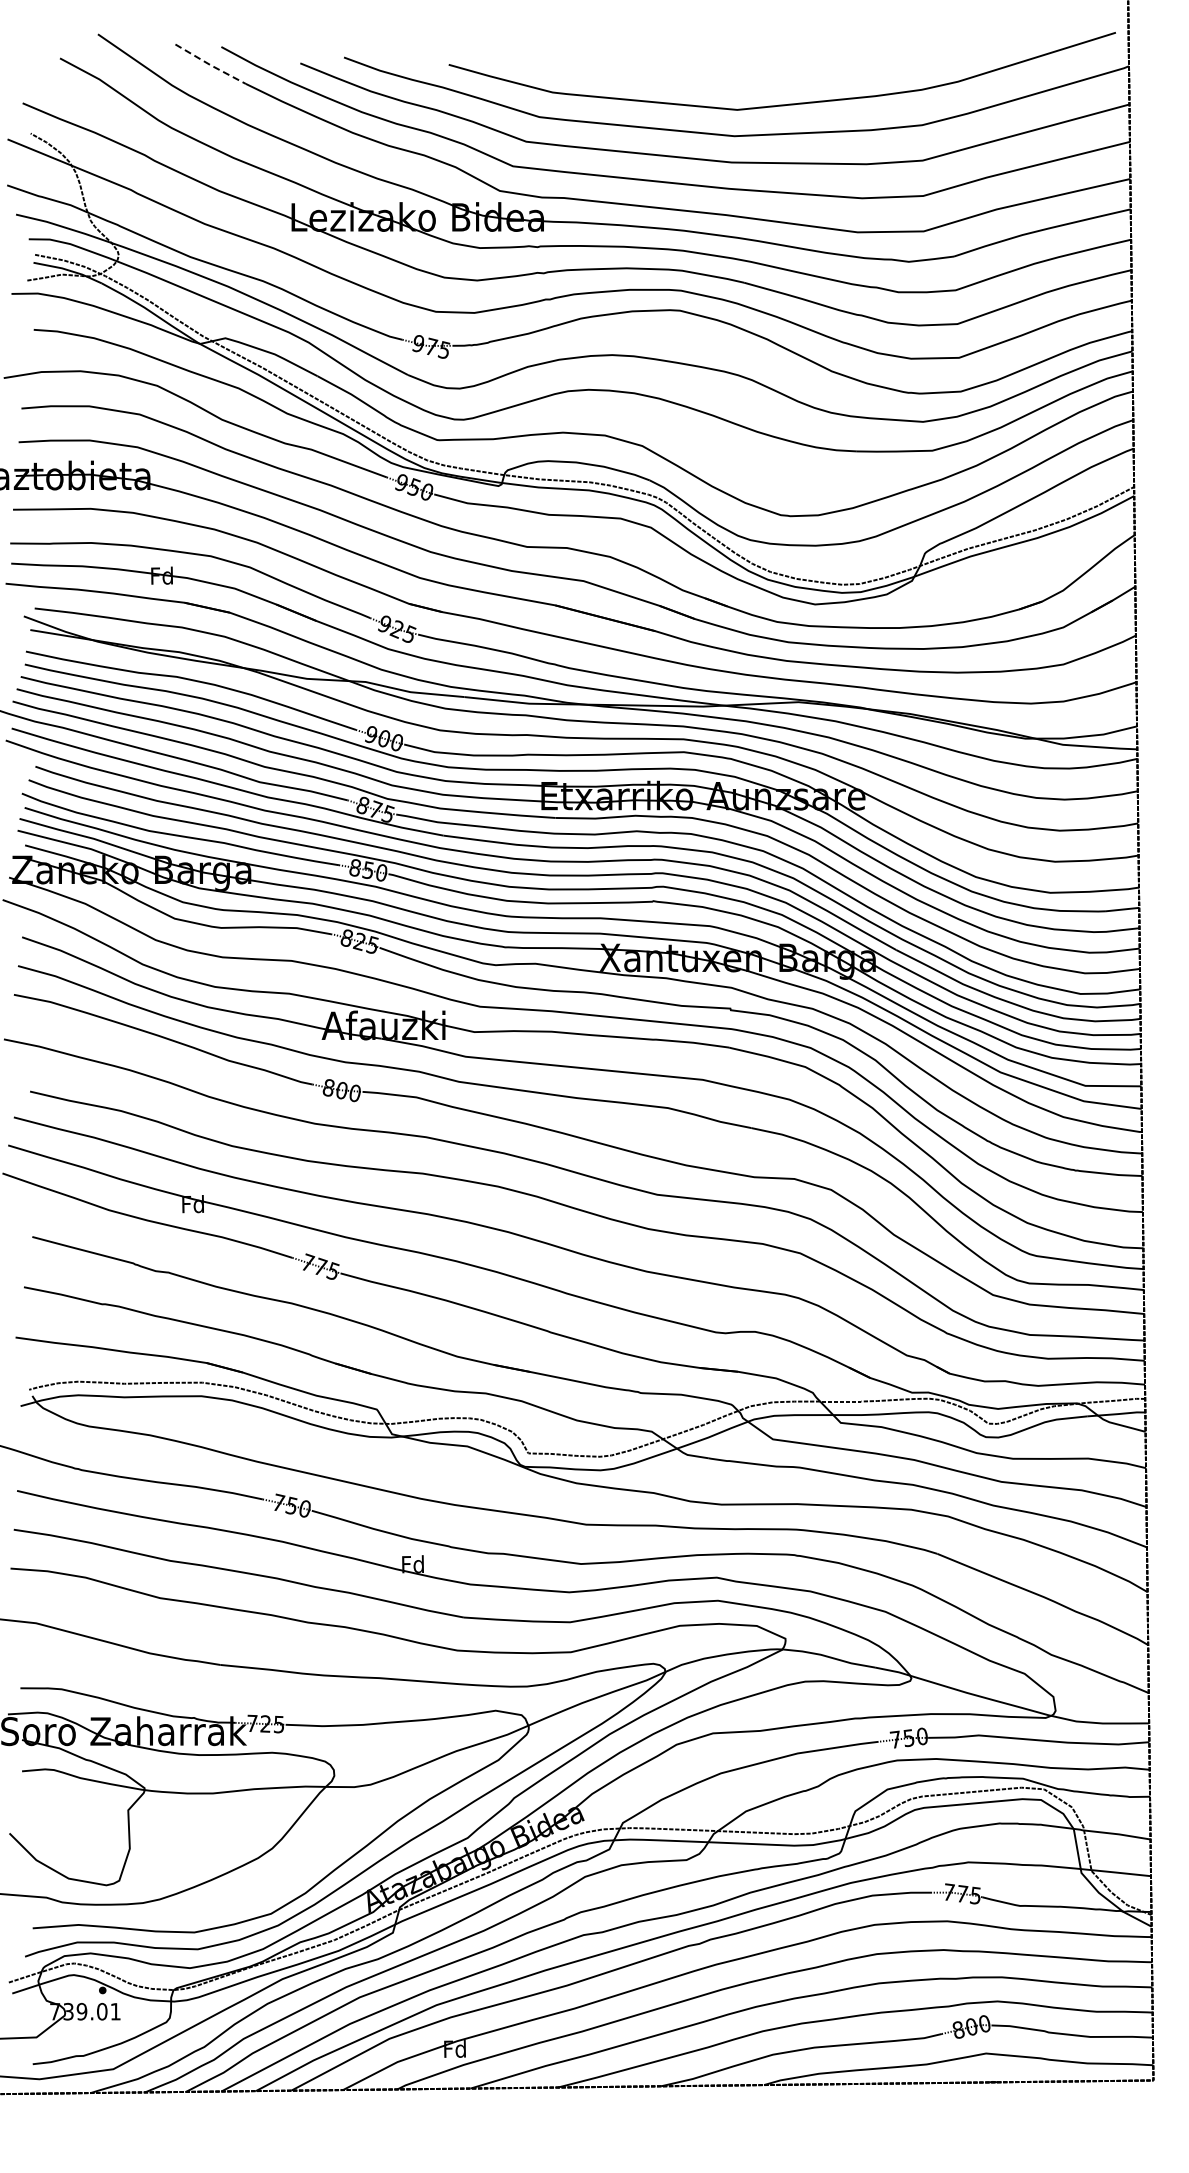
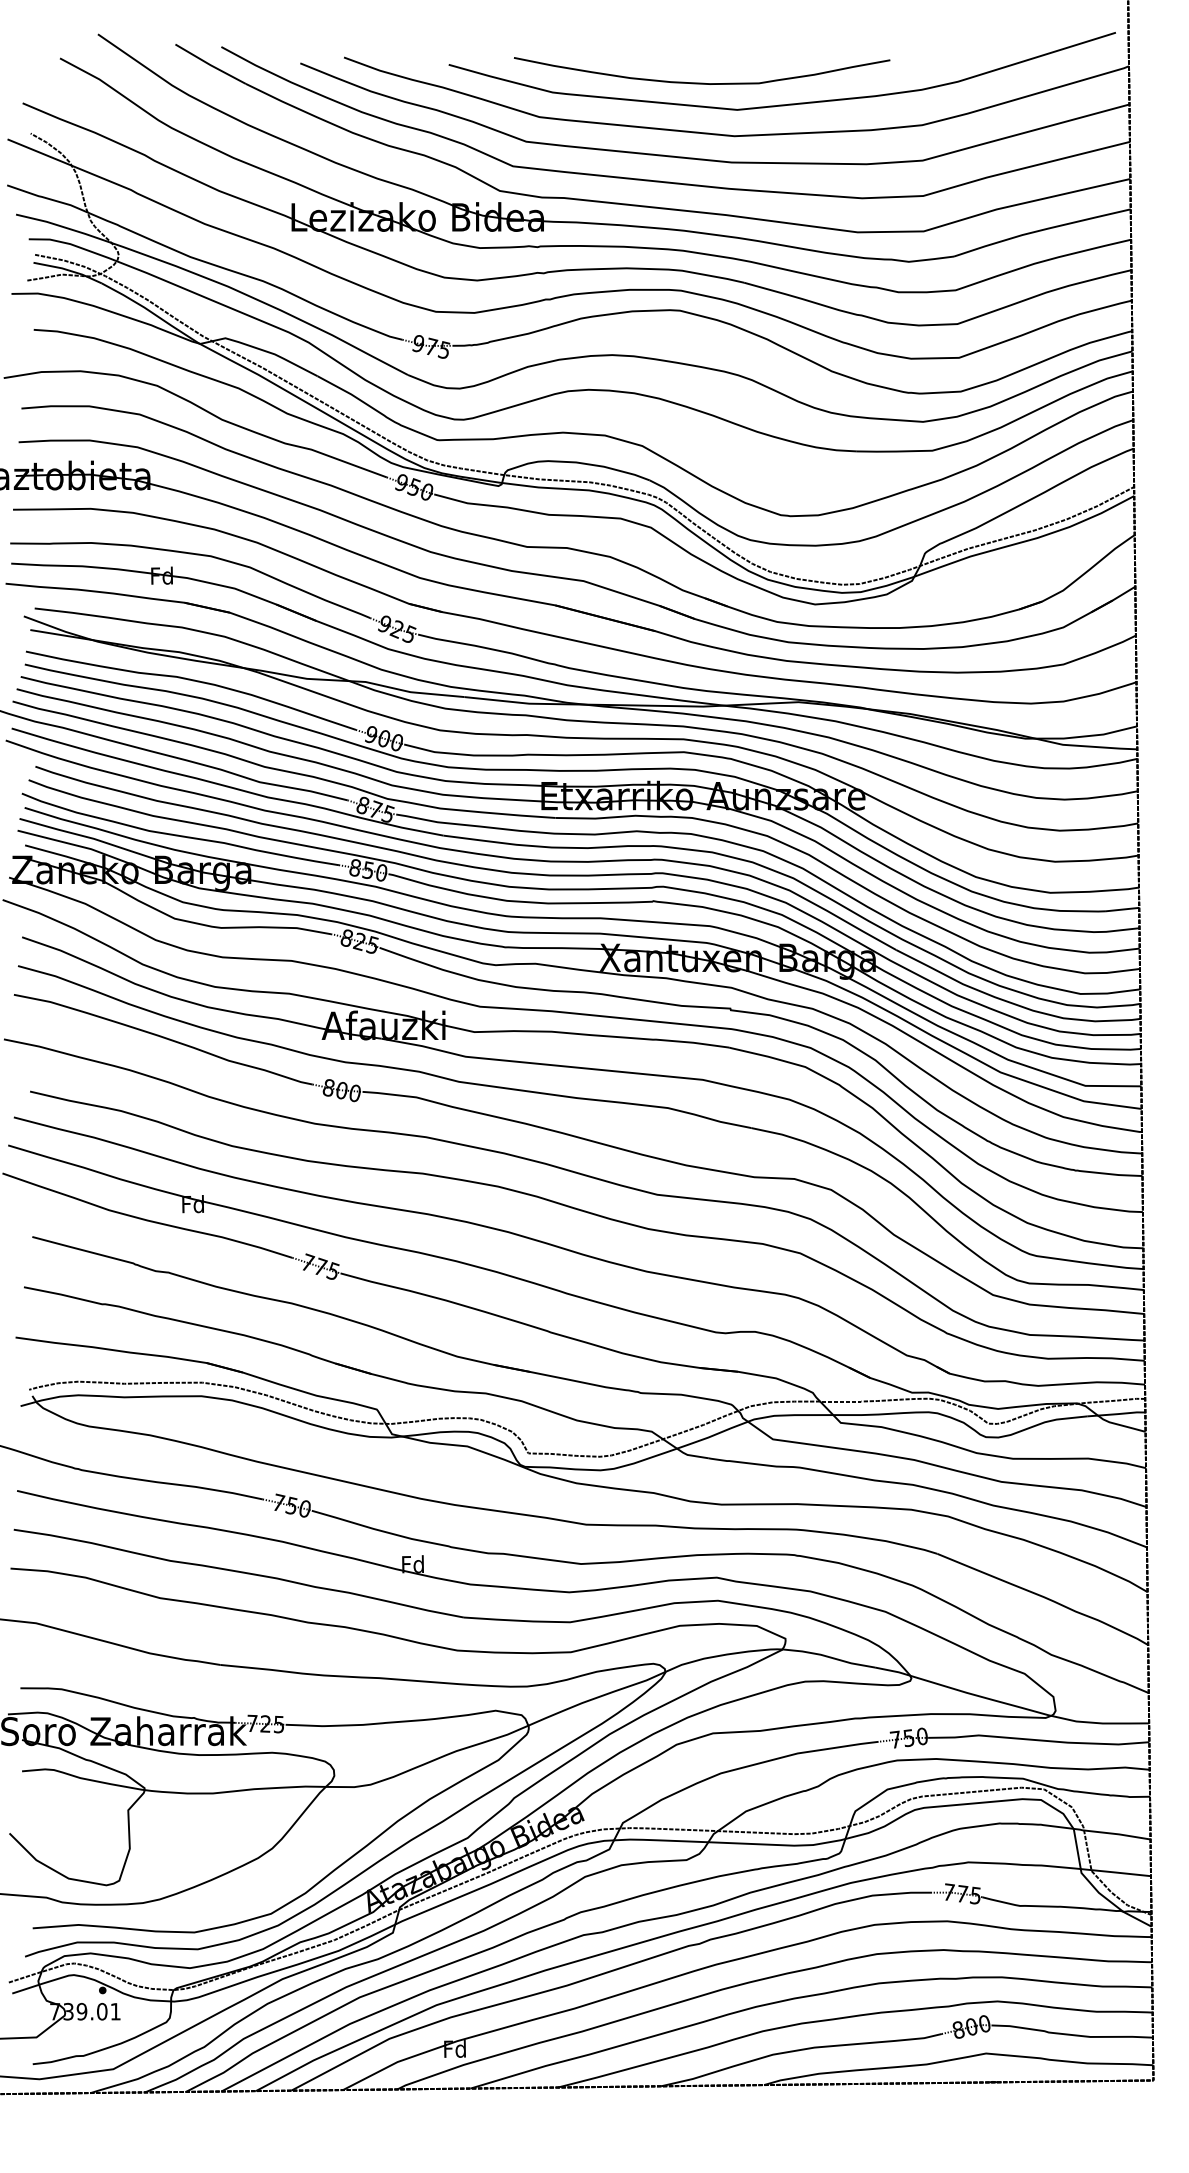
line at (210, 65): dashed -> solid
curve at (702, 82): none -> present
